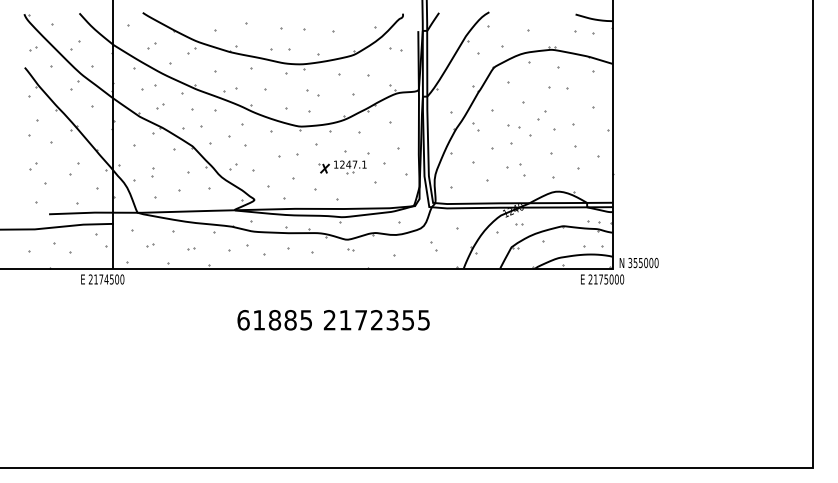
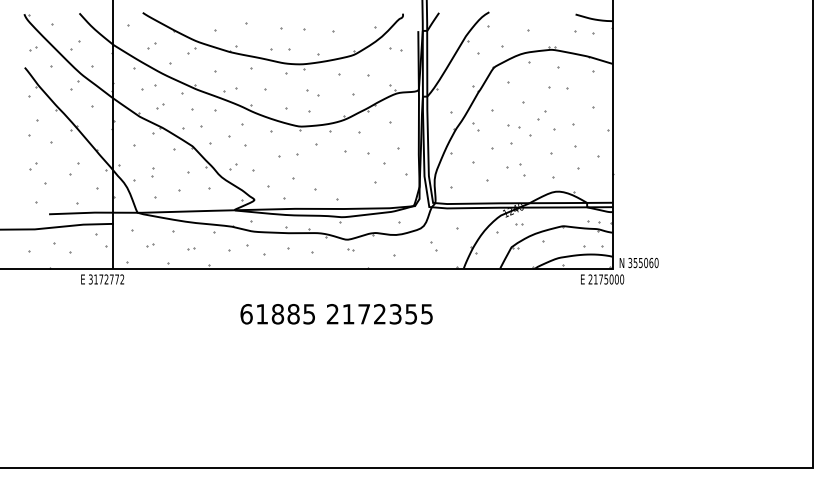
part at (342, 167): present -> none
text at (651, 262): 355000 -> 355060
text at (106, 279): 2174500 -> 3172772
text at (333, 320) position: (333, 320) -> (336, 314)
